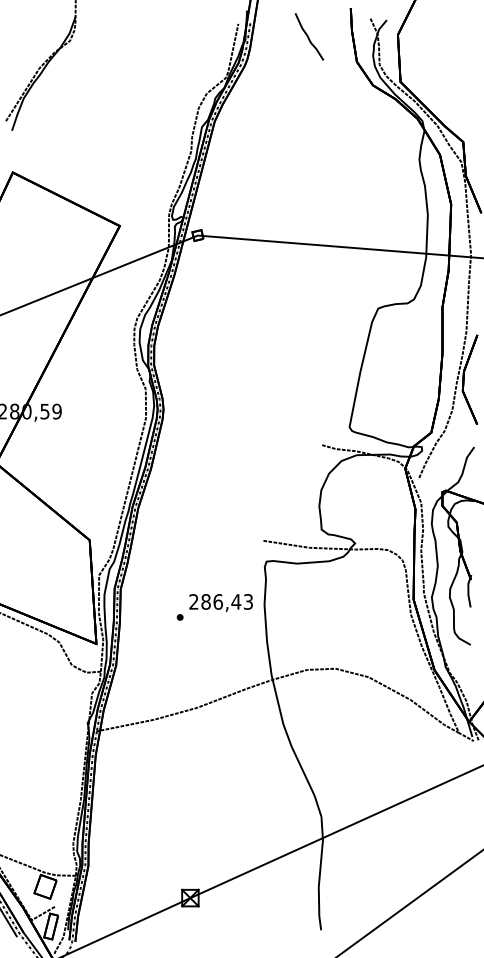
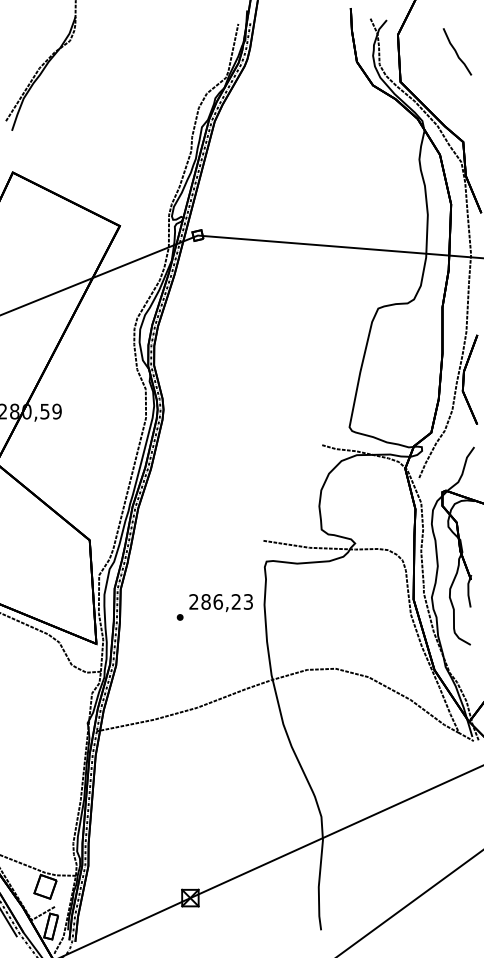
curve at (308, 36) position: (308, 36) -> (456, 51)
text at (236, 601): 286,43 -> 286,23
